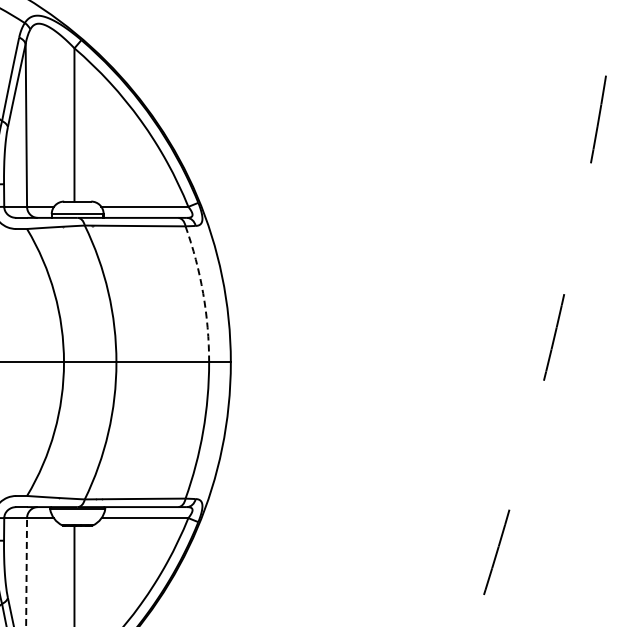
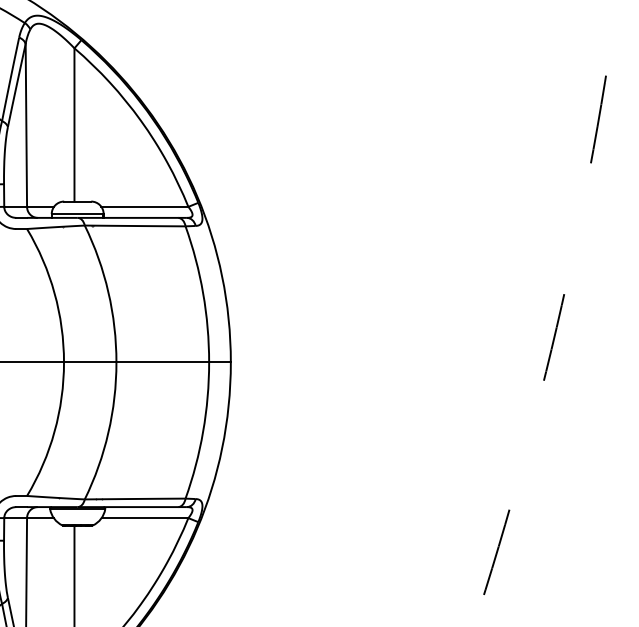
arc at (203, 293): dashed -> solid
line at (26, 572): dashed -> solid
